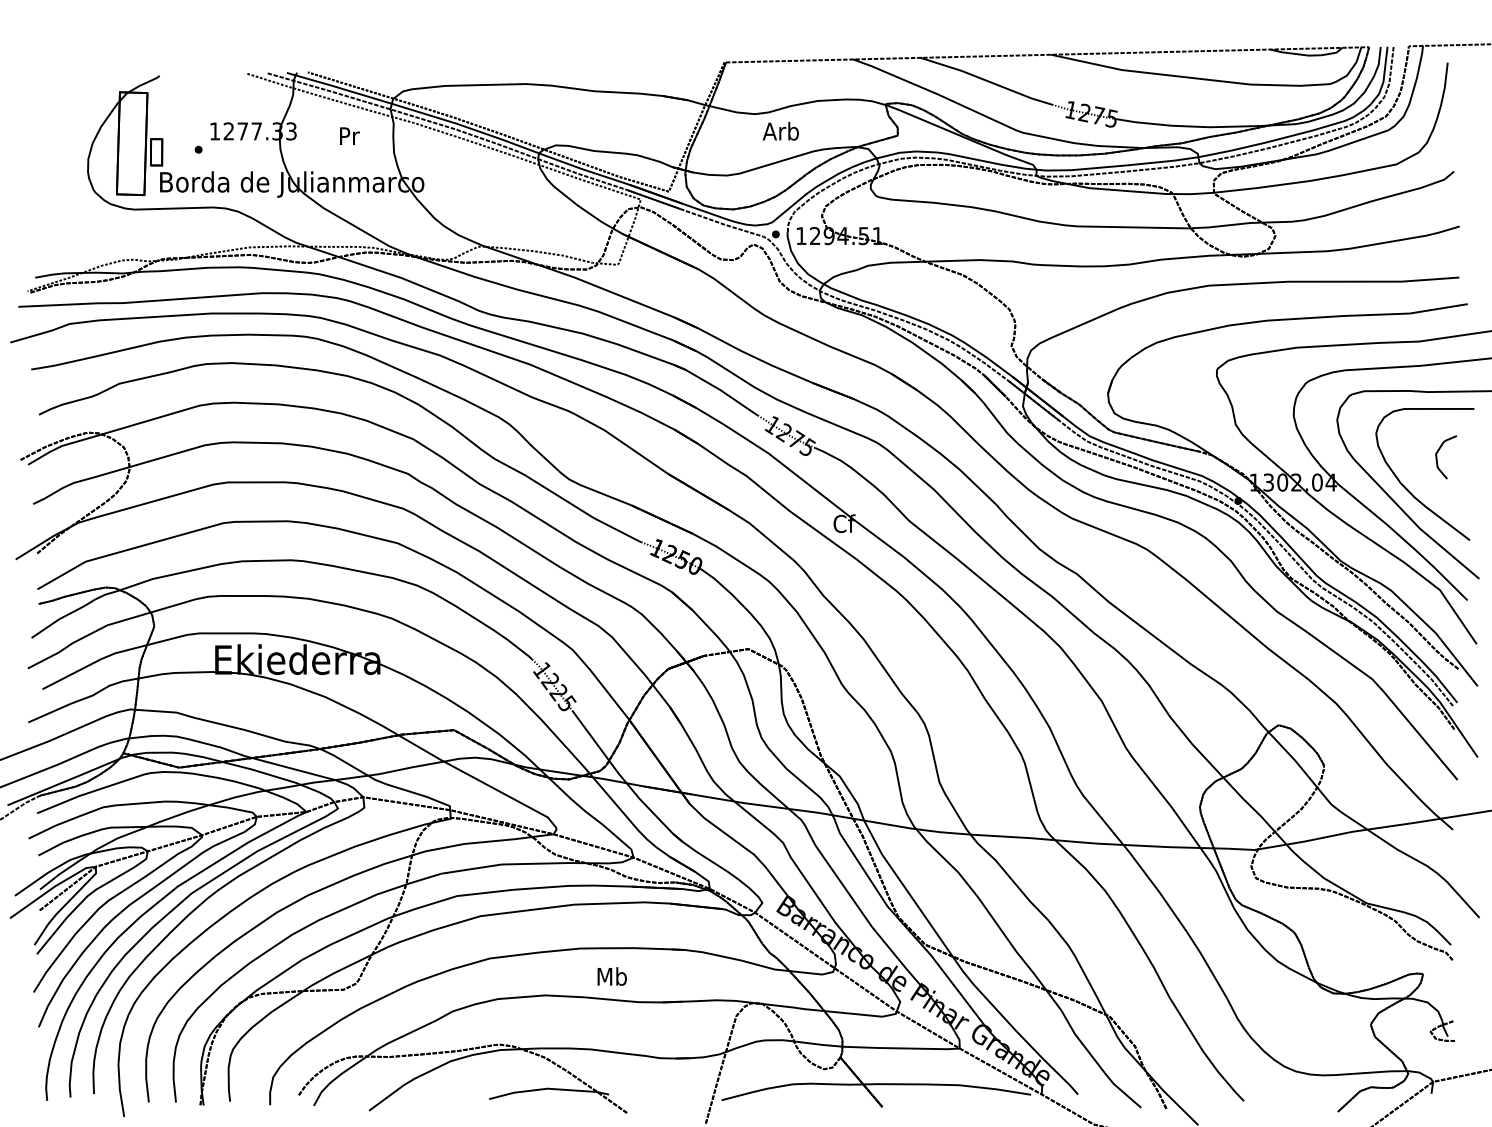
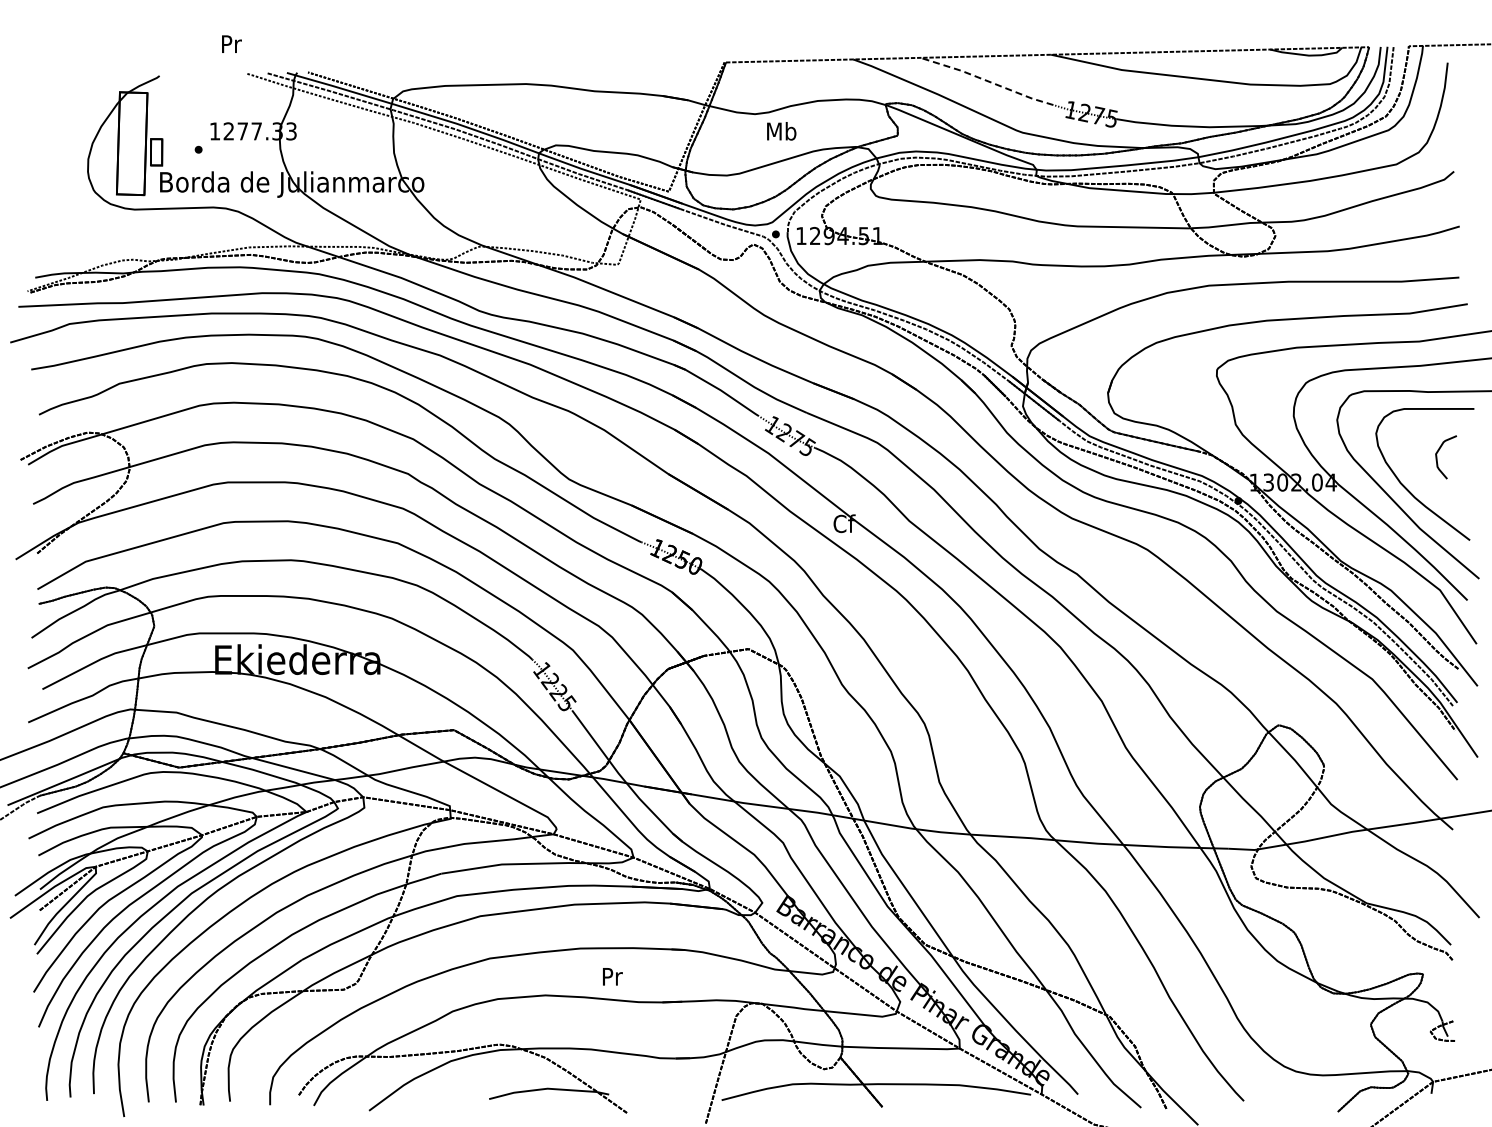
line at (986, 80): solid -> dashed
text at (780, 131): Arb -> Mb
text at (349, 135) position: (349, 135) -> (231, 43)
text at (611, 976): Mb -> Pr
